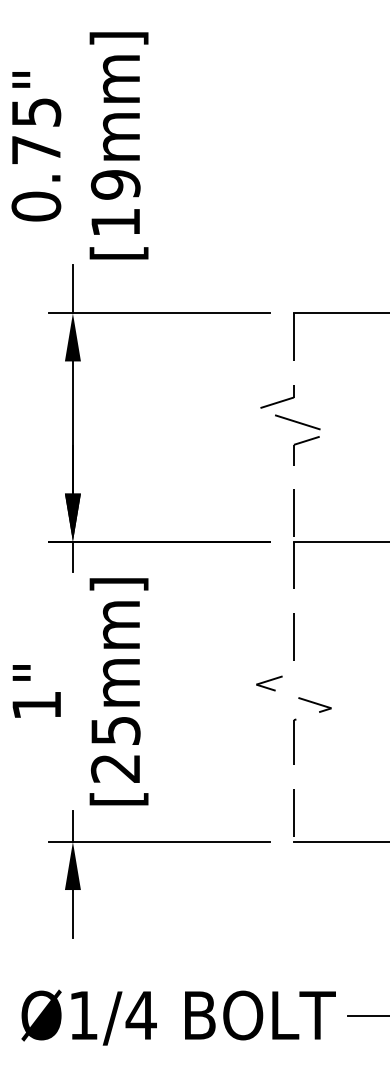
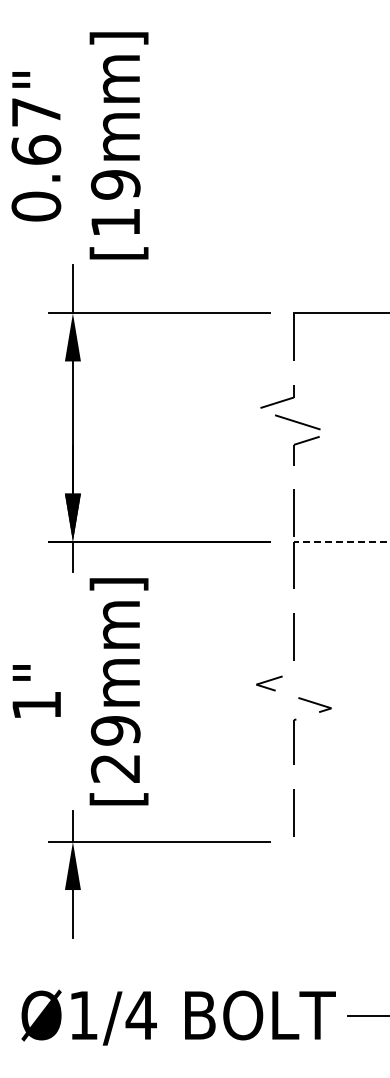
text at (36, 131): 0.75" -> 0.67"
line at (341, 541): solid -> dashed
text at (115, 730): [25mm] -> [29mm]
line at (339, 841): present -> none
